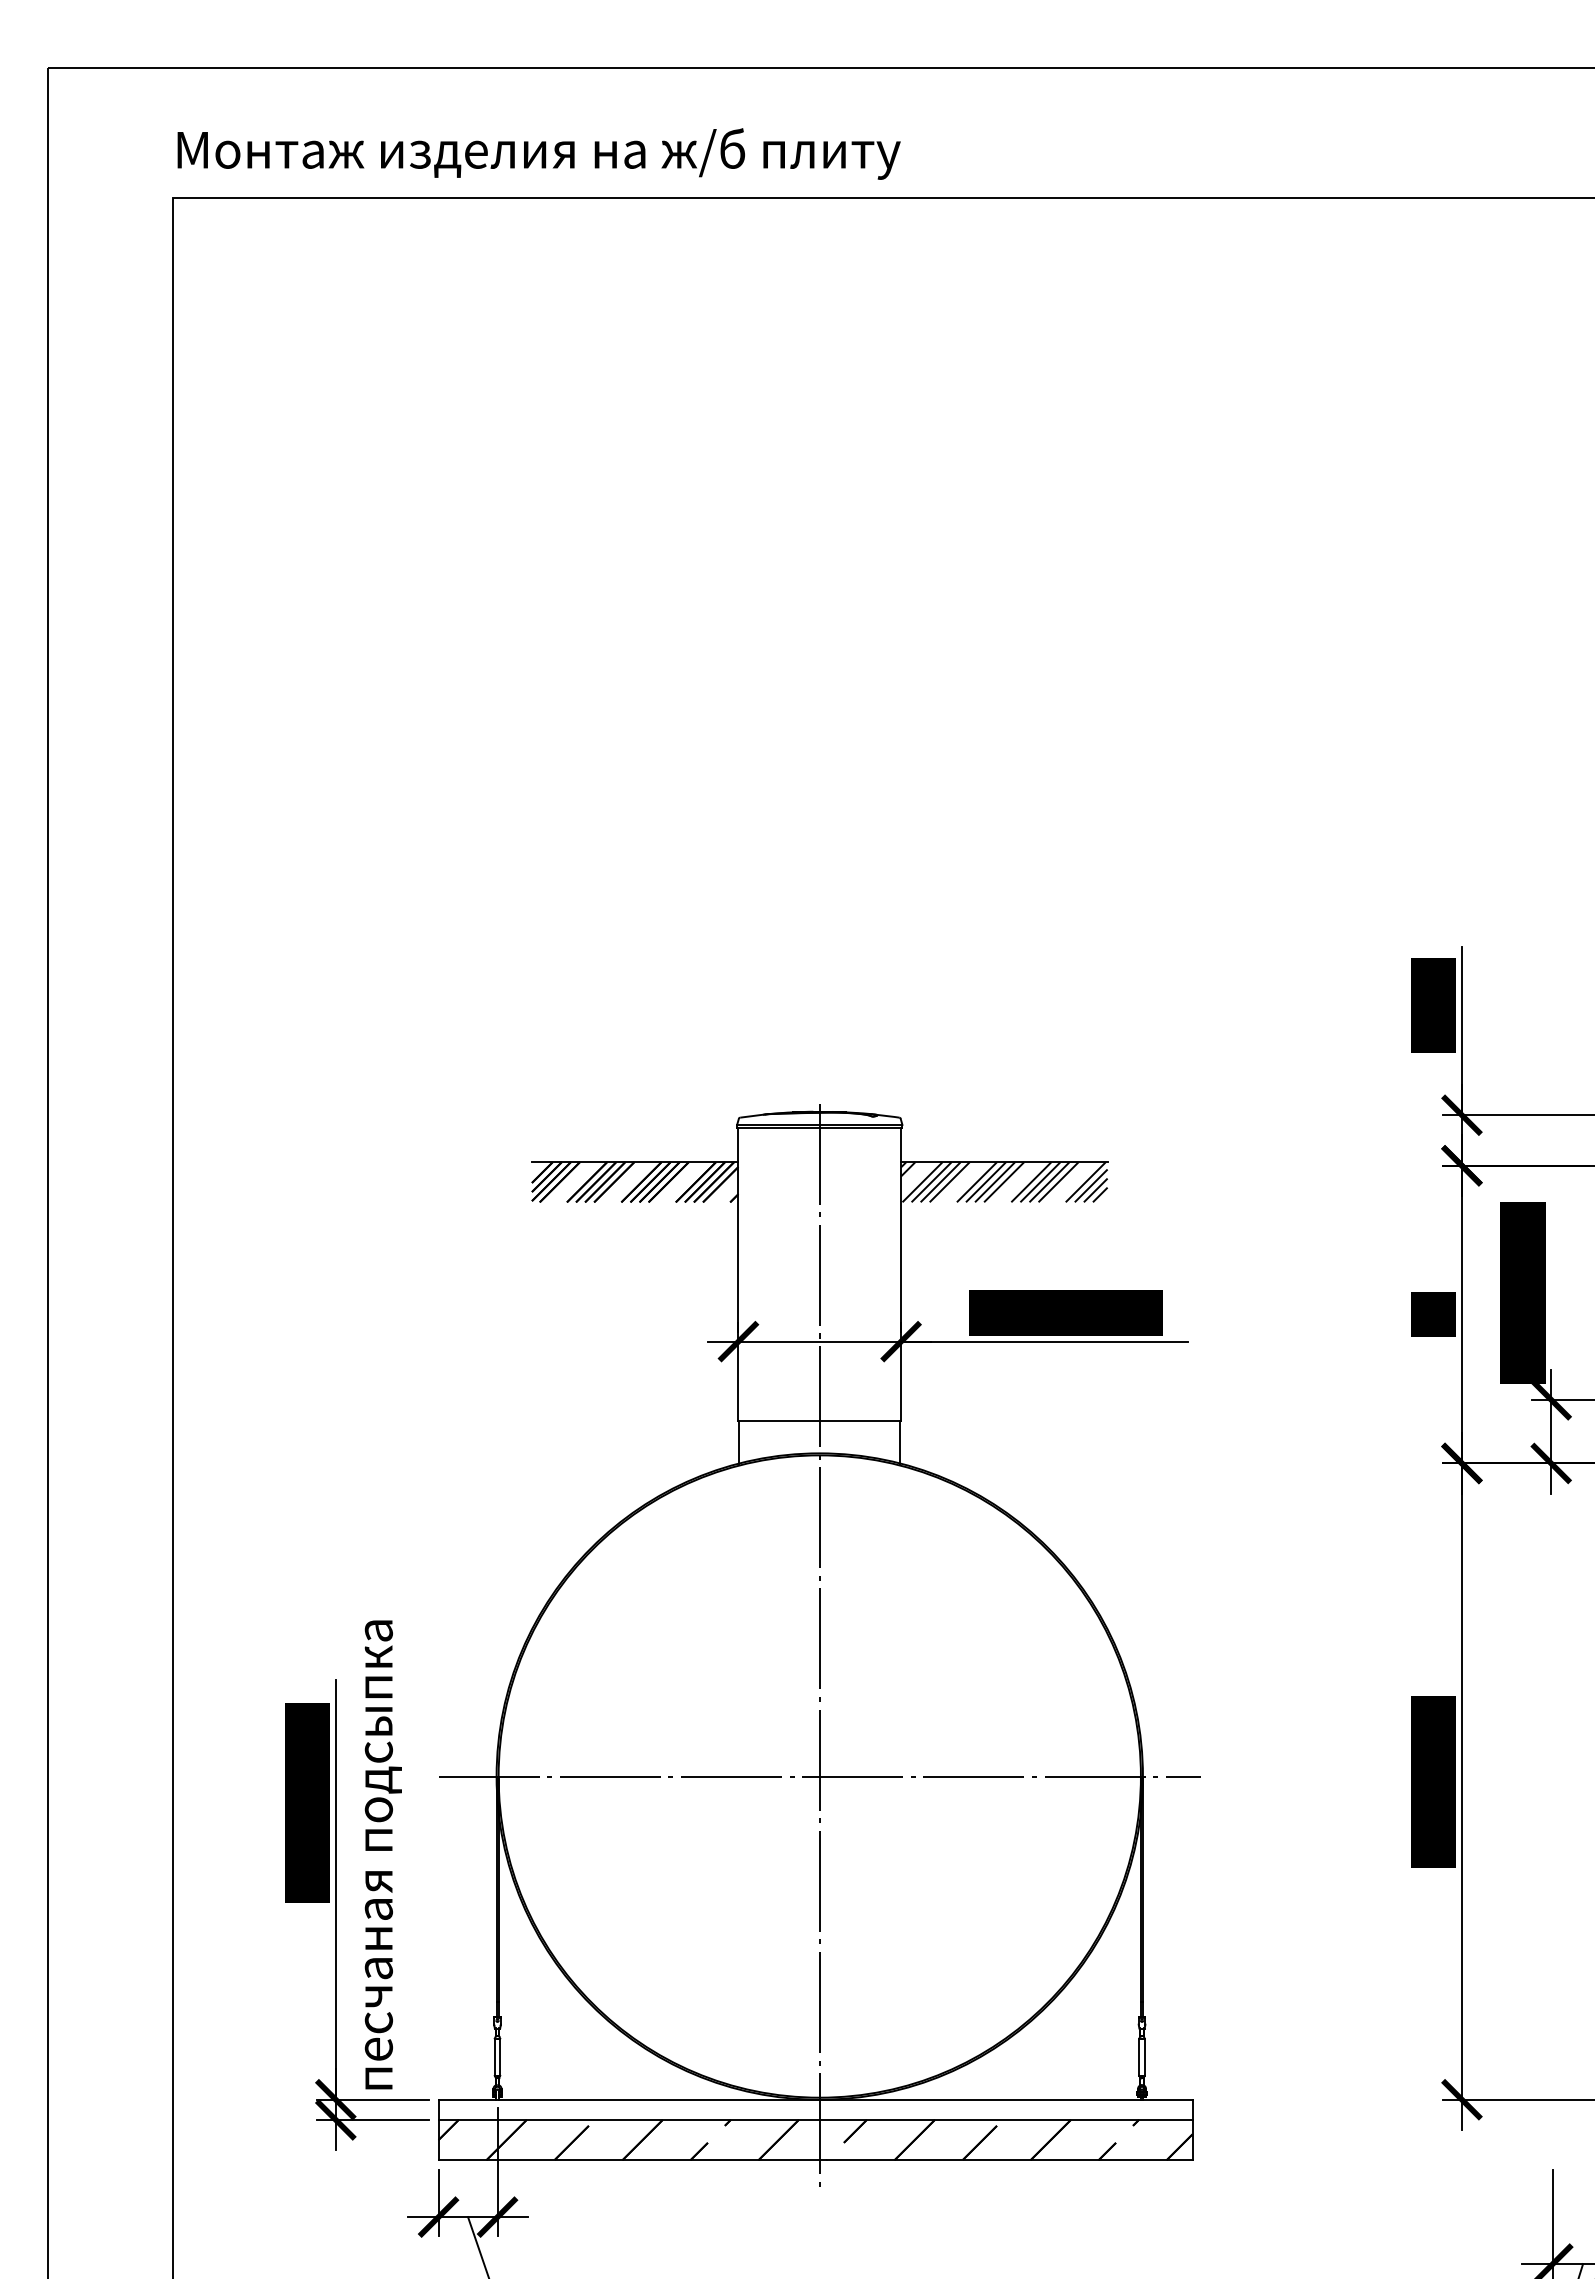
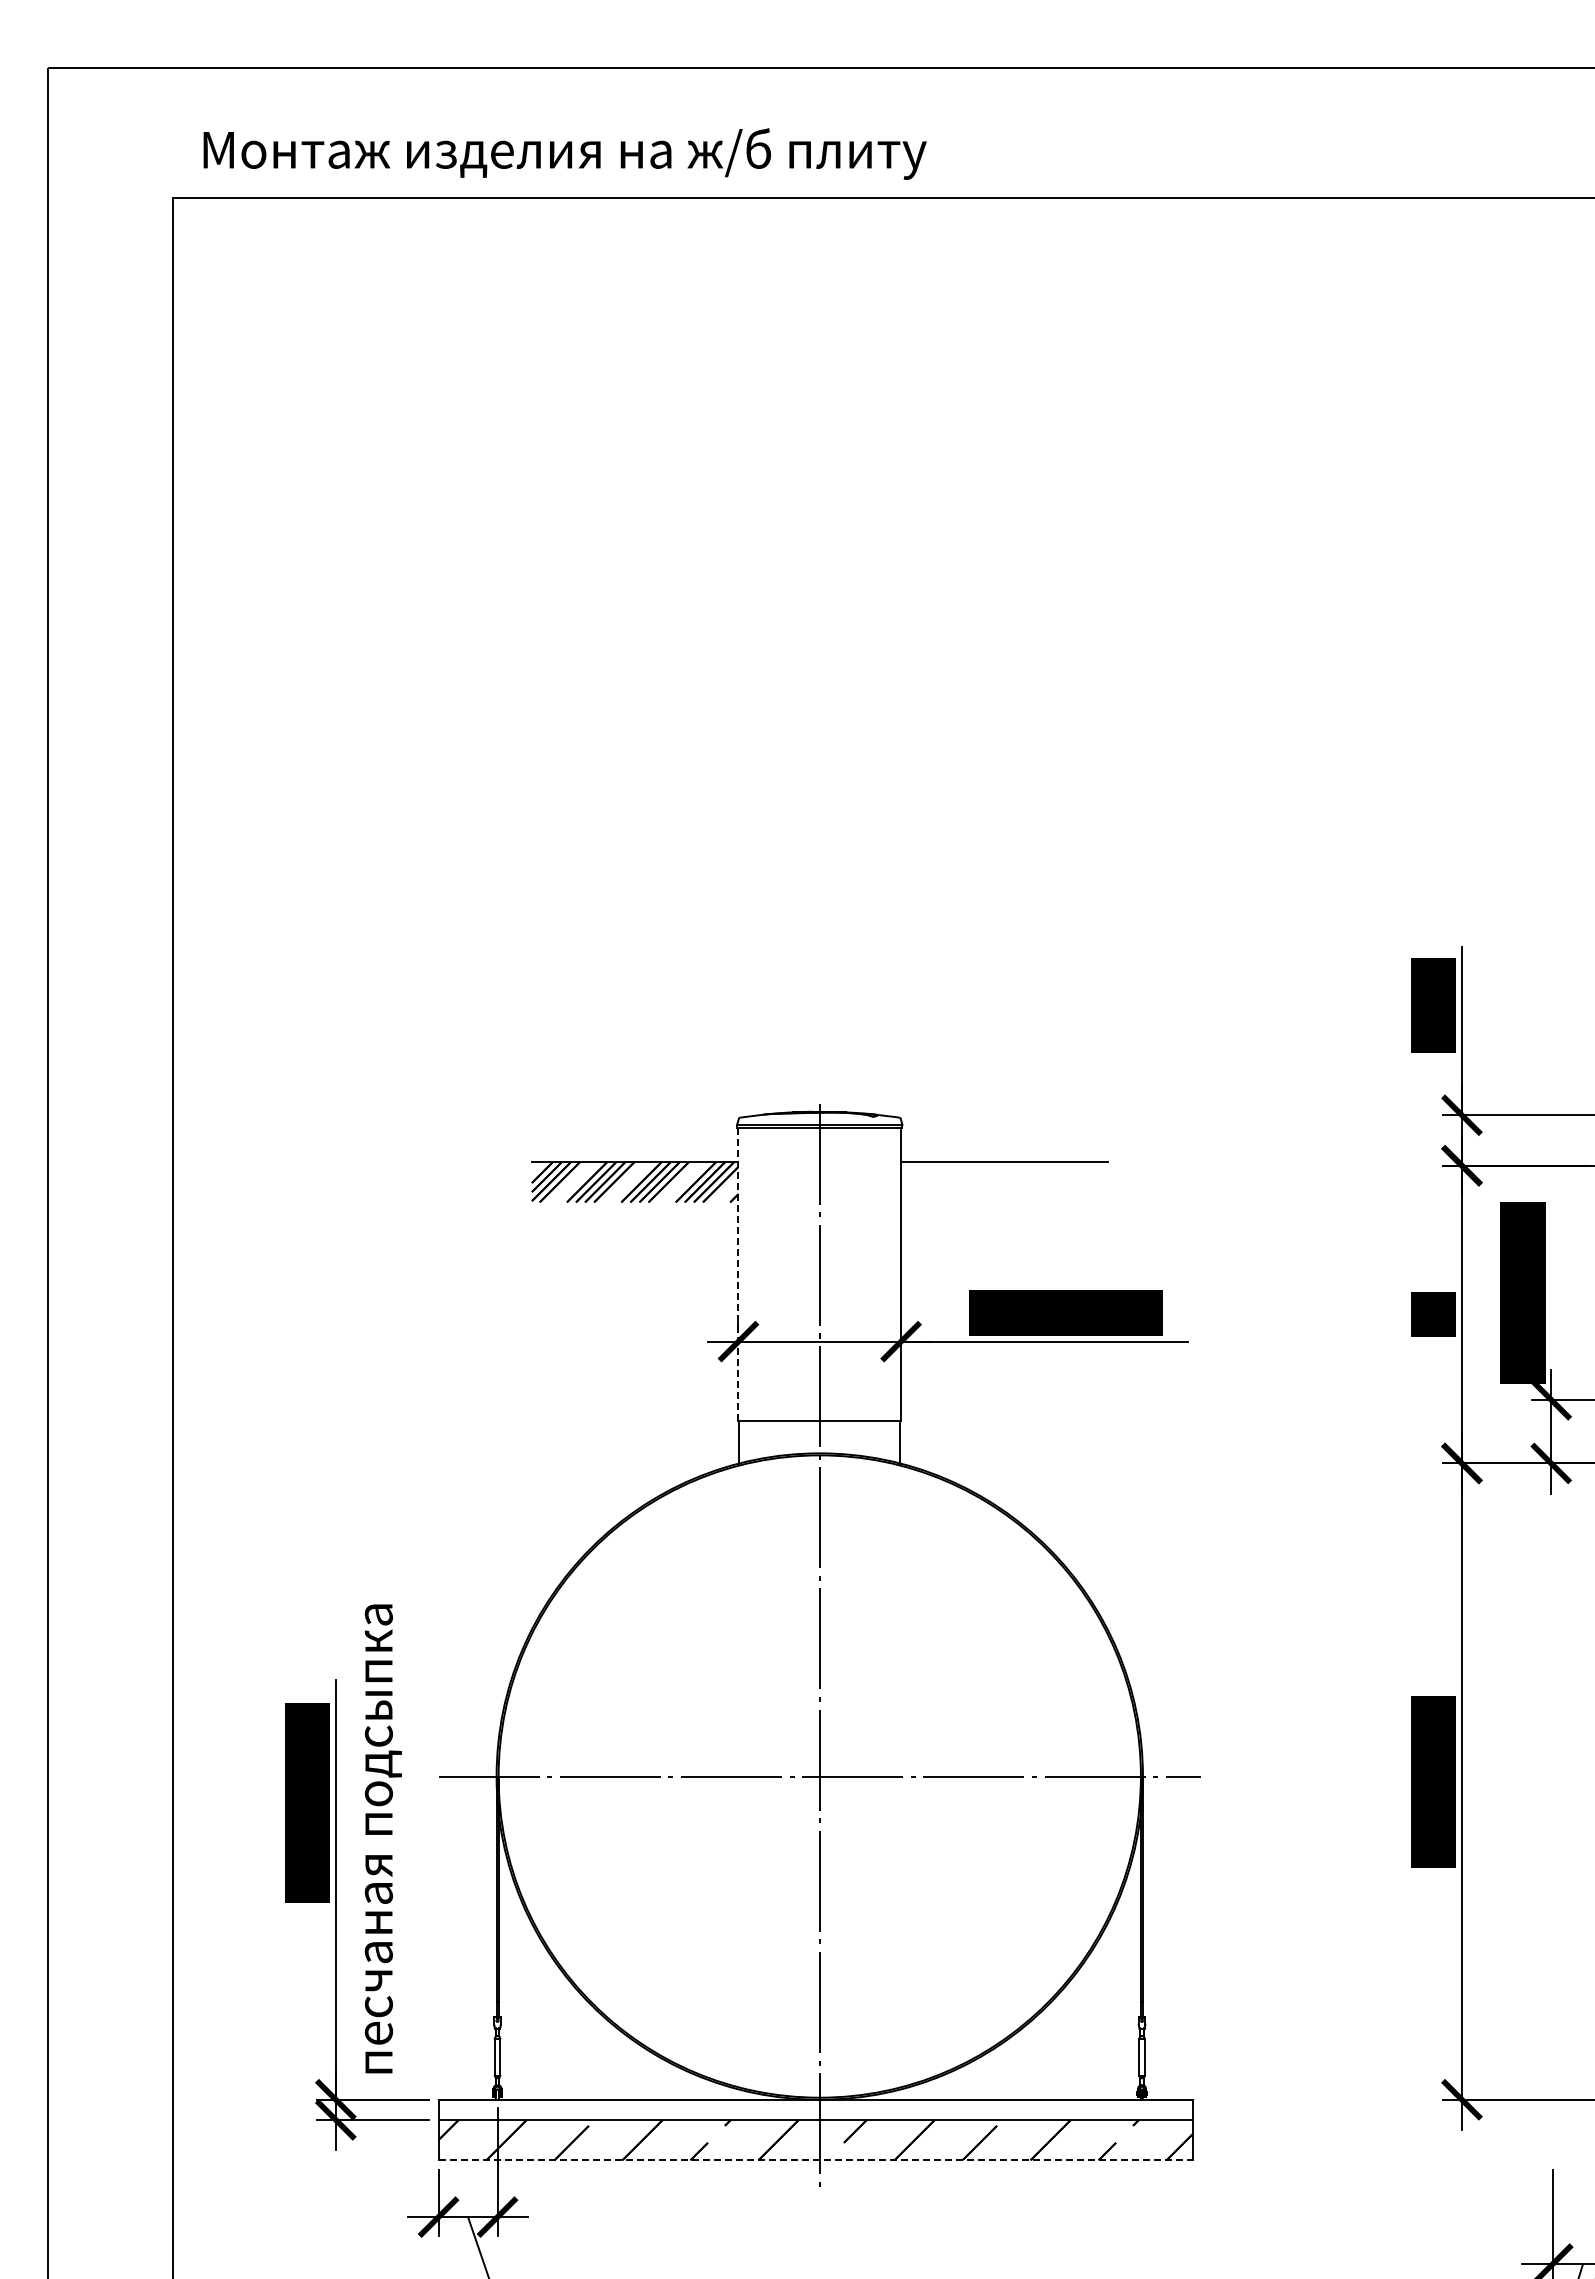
text at (538, 153) position: (538, 153) -> (564, 153)
hatch at (1004, 1182): present -> none
line at (738, 1274): solid -> dashed
text at (382, 1854) position: (382, 1854) -> (382, 1838)
line at (815, 2160): solid -> dashed
